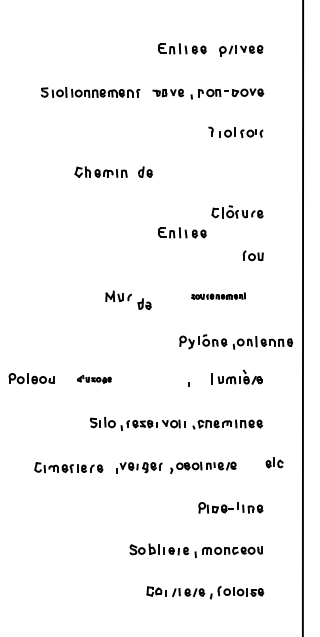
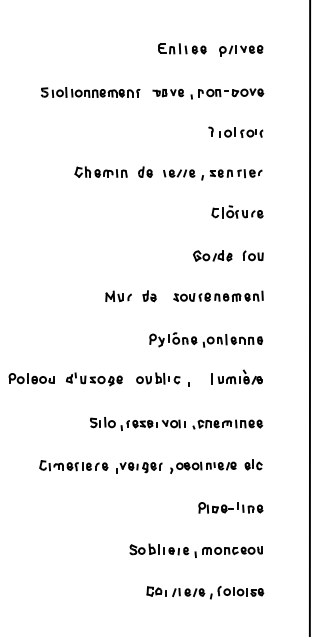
part at (212, 174): none -> present
part at (182, 232): present -> none
part at (212, 255): none -> present
part at (218, 295) size: 55x8 px -> 91x12 px
part at (144, 304) position: (144, 304) -> (149, 296)
line at (302, 317) position: (302, 317) -> (309, 317)
part at (235, 341) position: (235, 341) -> (205, 339)
part at (94, 378) size: 35x10 px -> 57x15 px
part at (158, 378): none -> present
part at (274, 462) position: (274, 462) -> (253, 464)
part at (68, 467) position: (68, 467) -> (73, 465)
